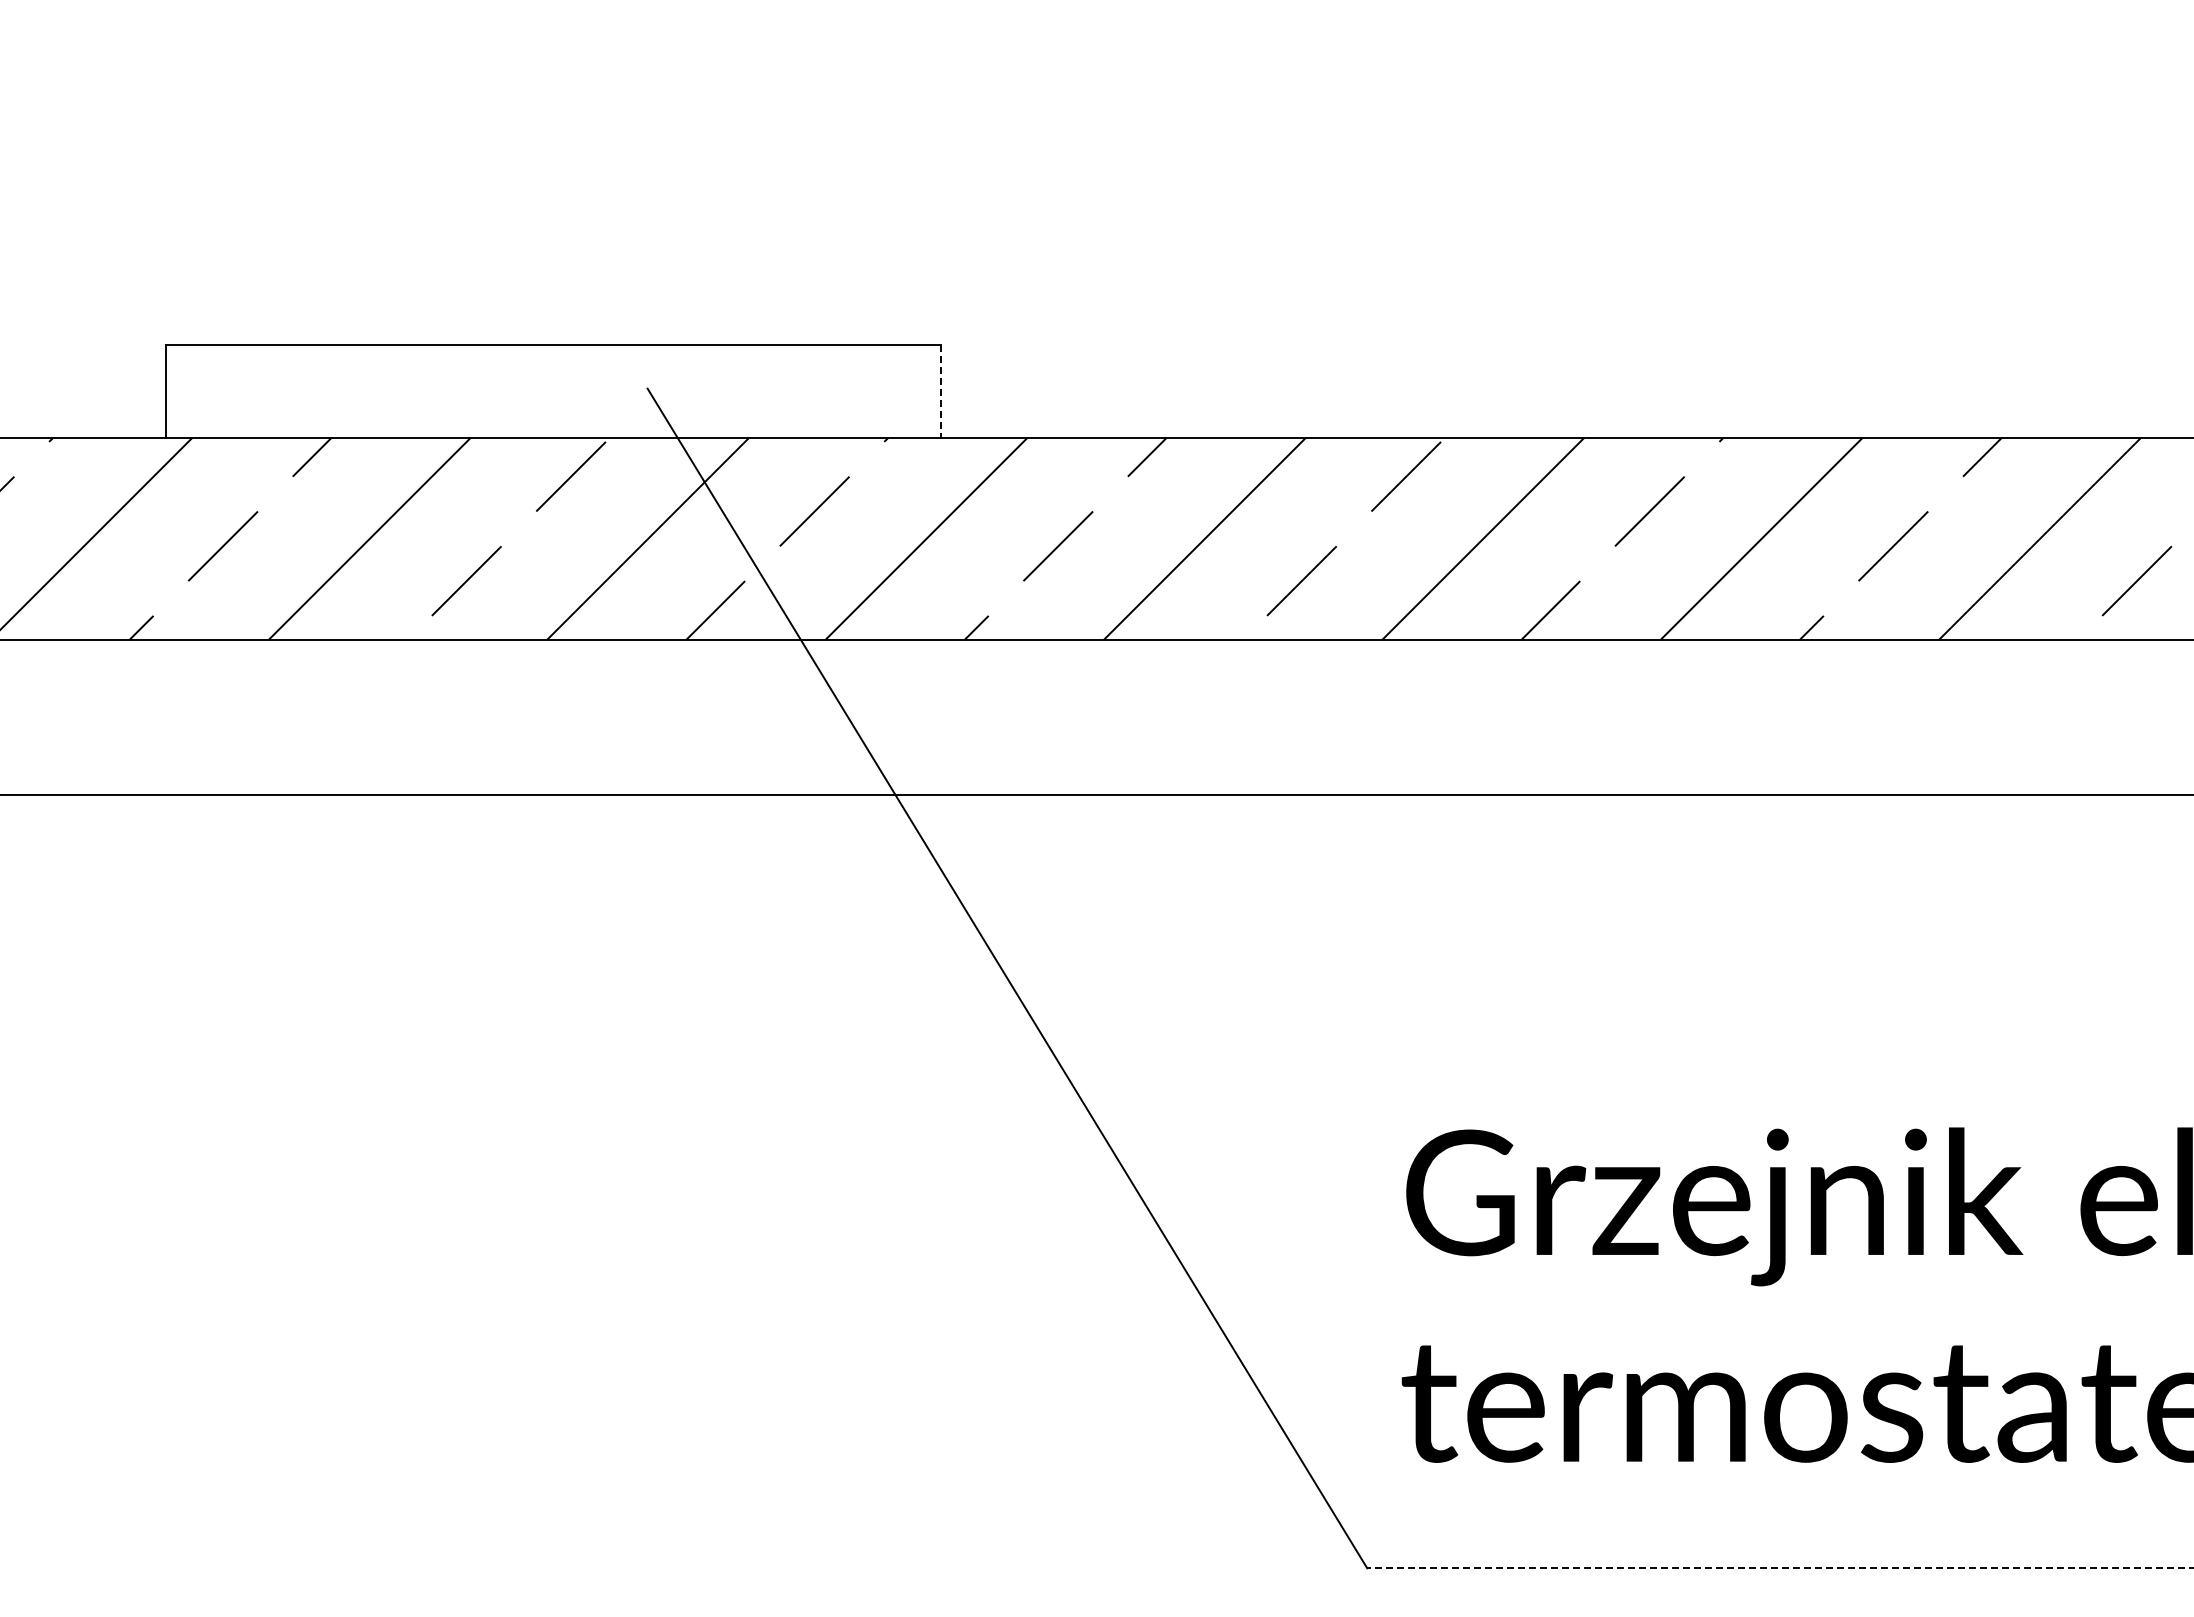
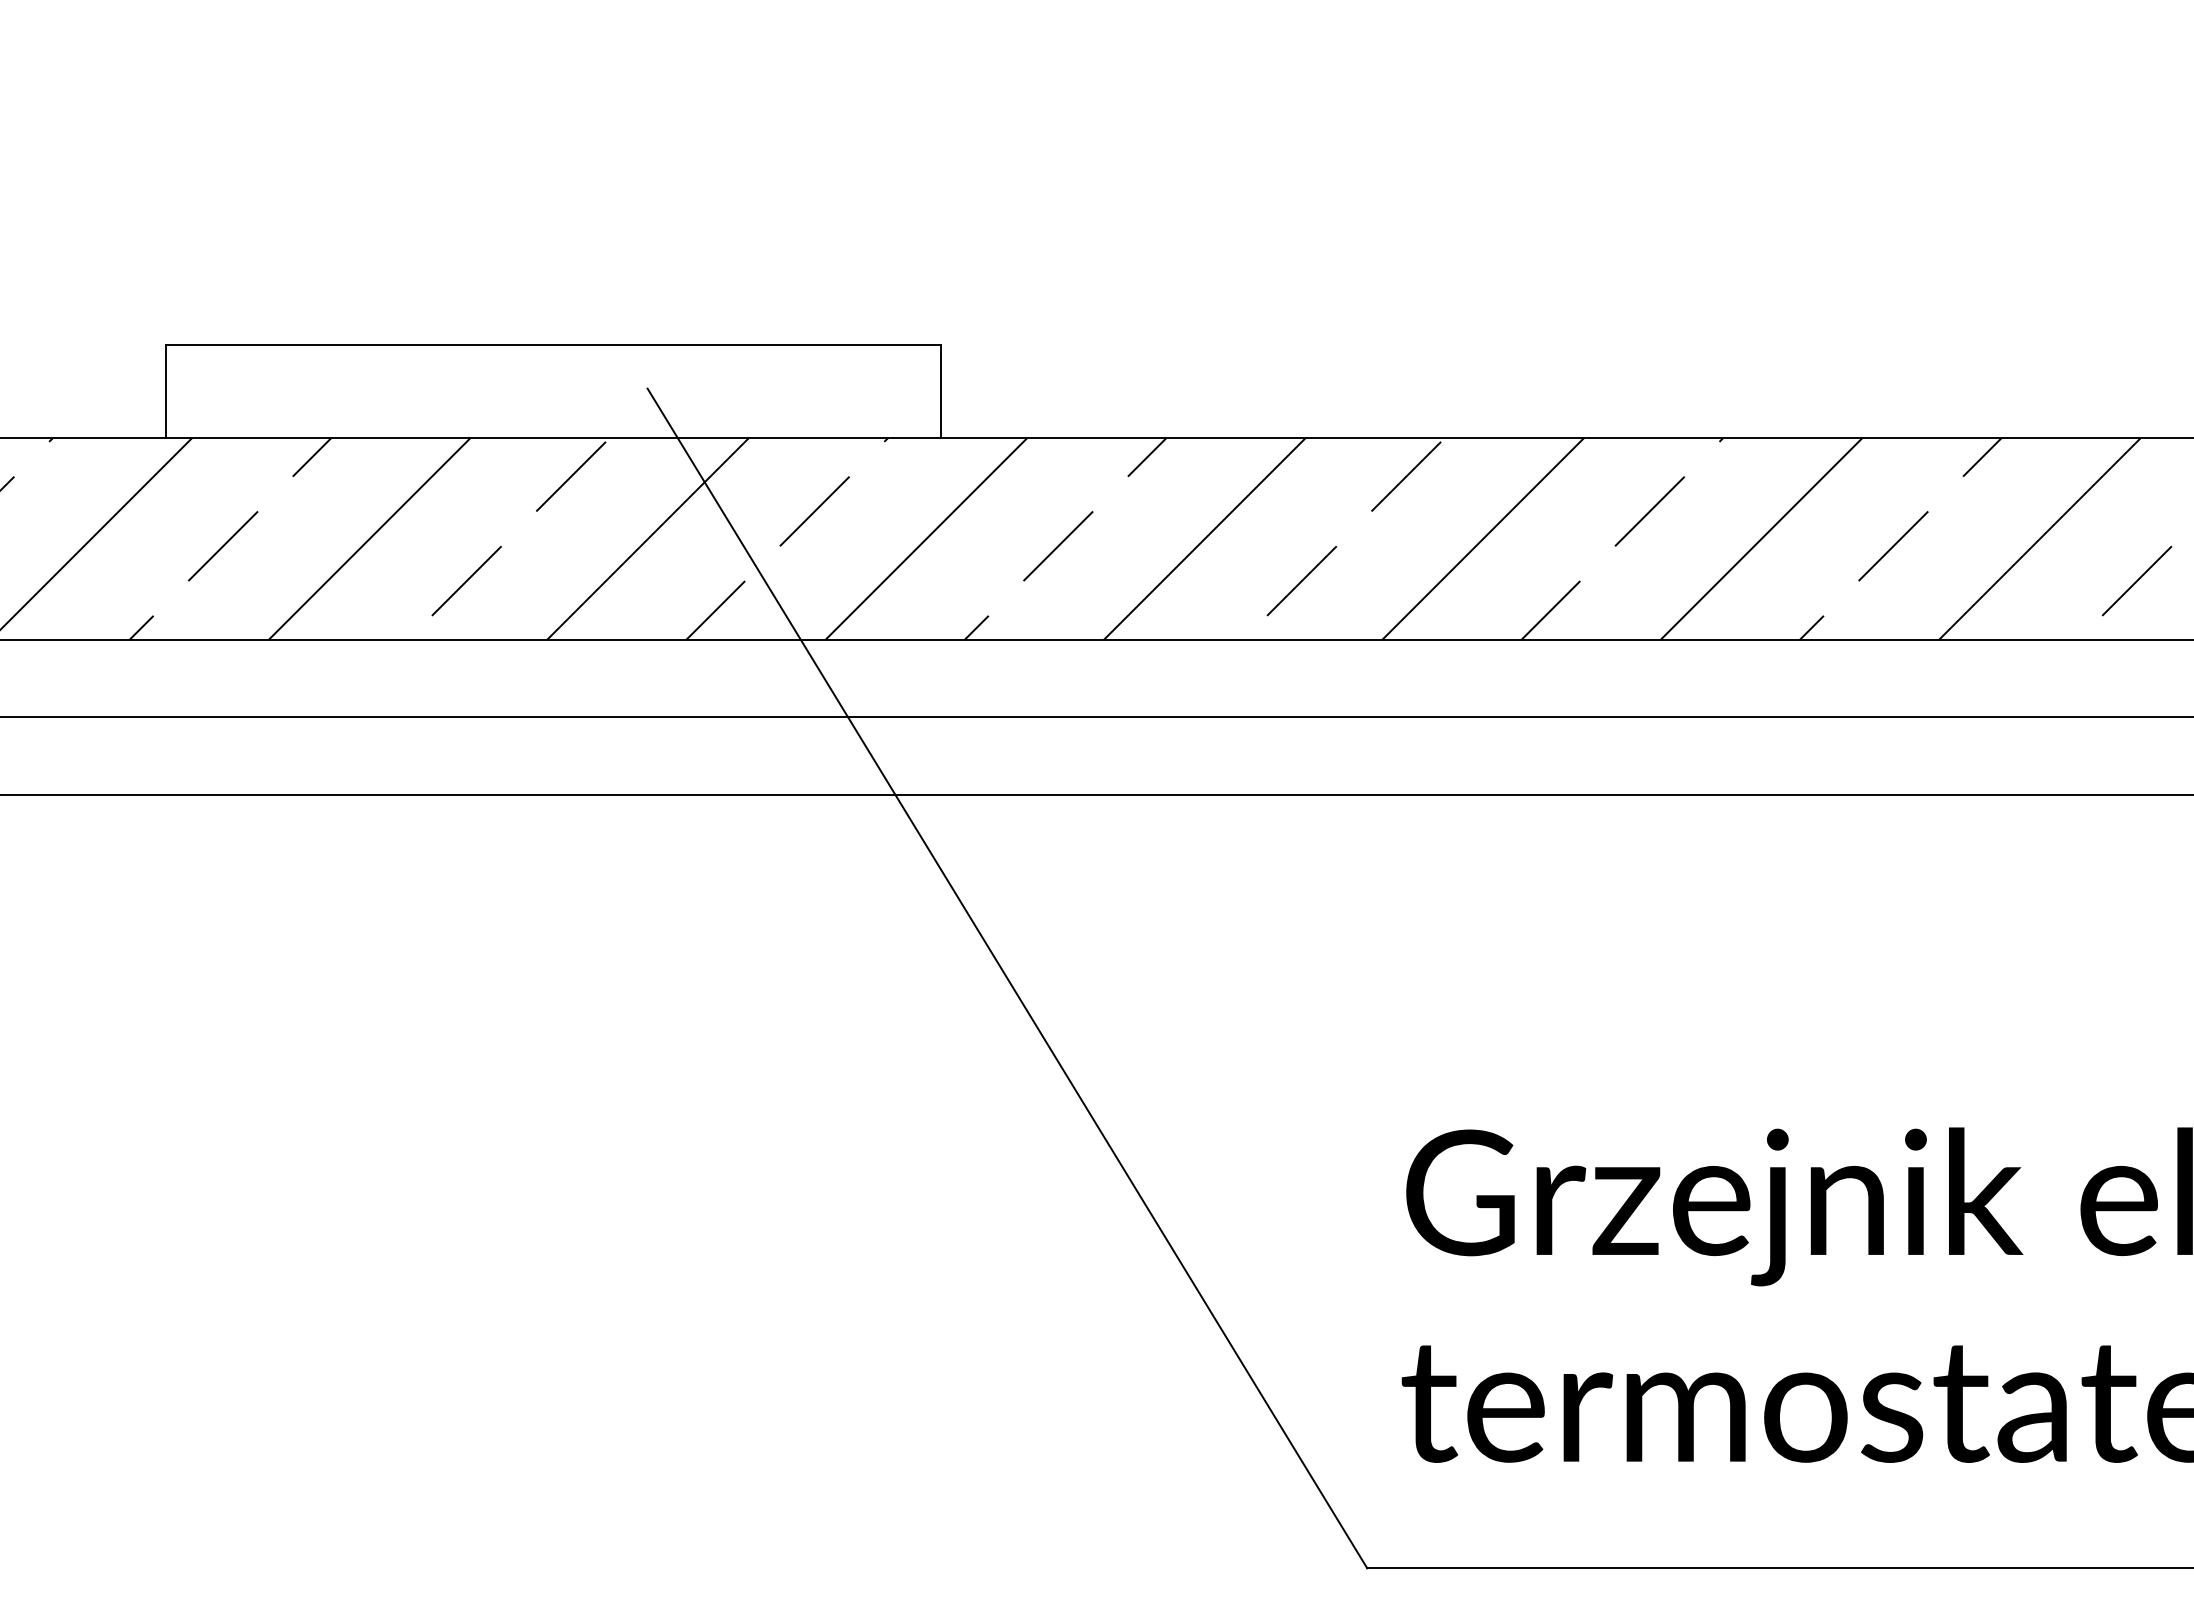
line at (940, 392): dashed -> solid
line at (1096, 717): none -> present
line at (1780, 1568): dashed -> solid
